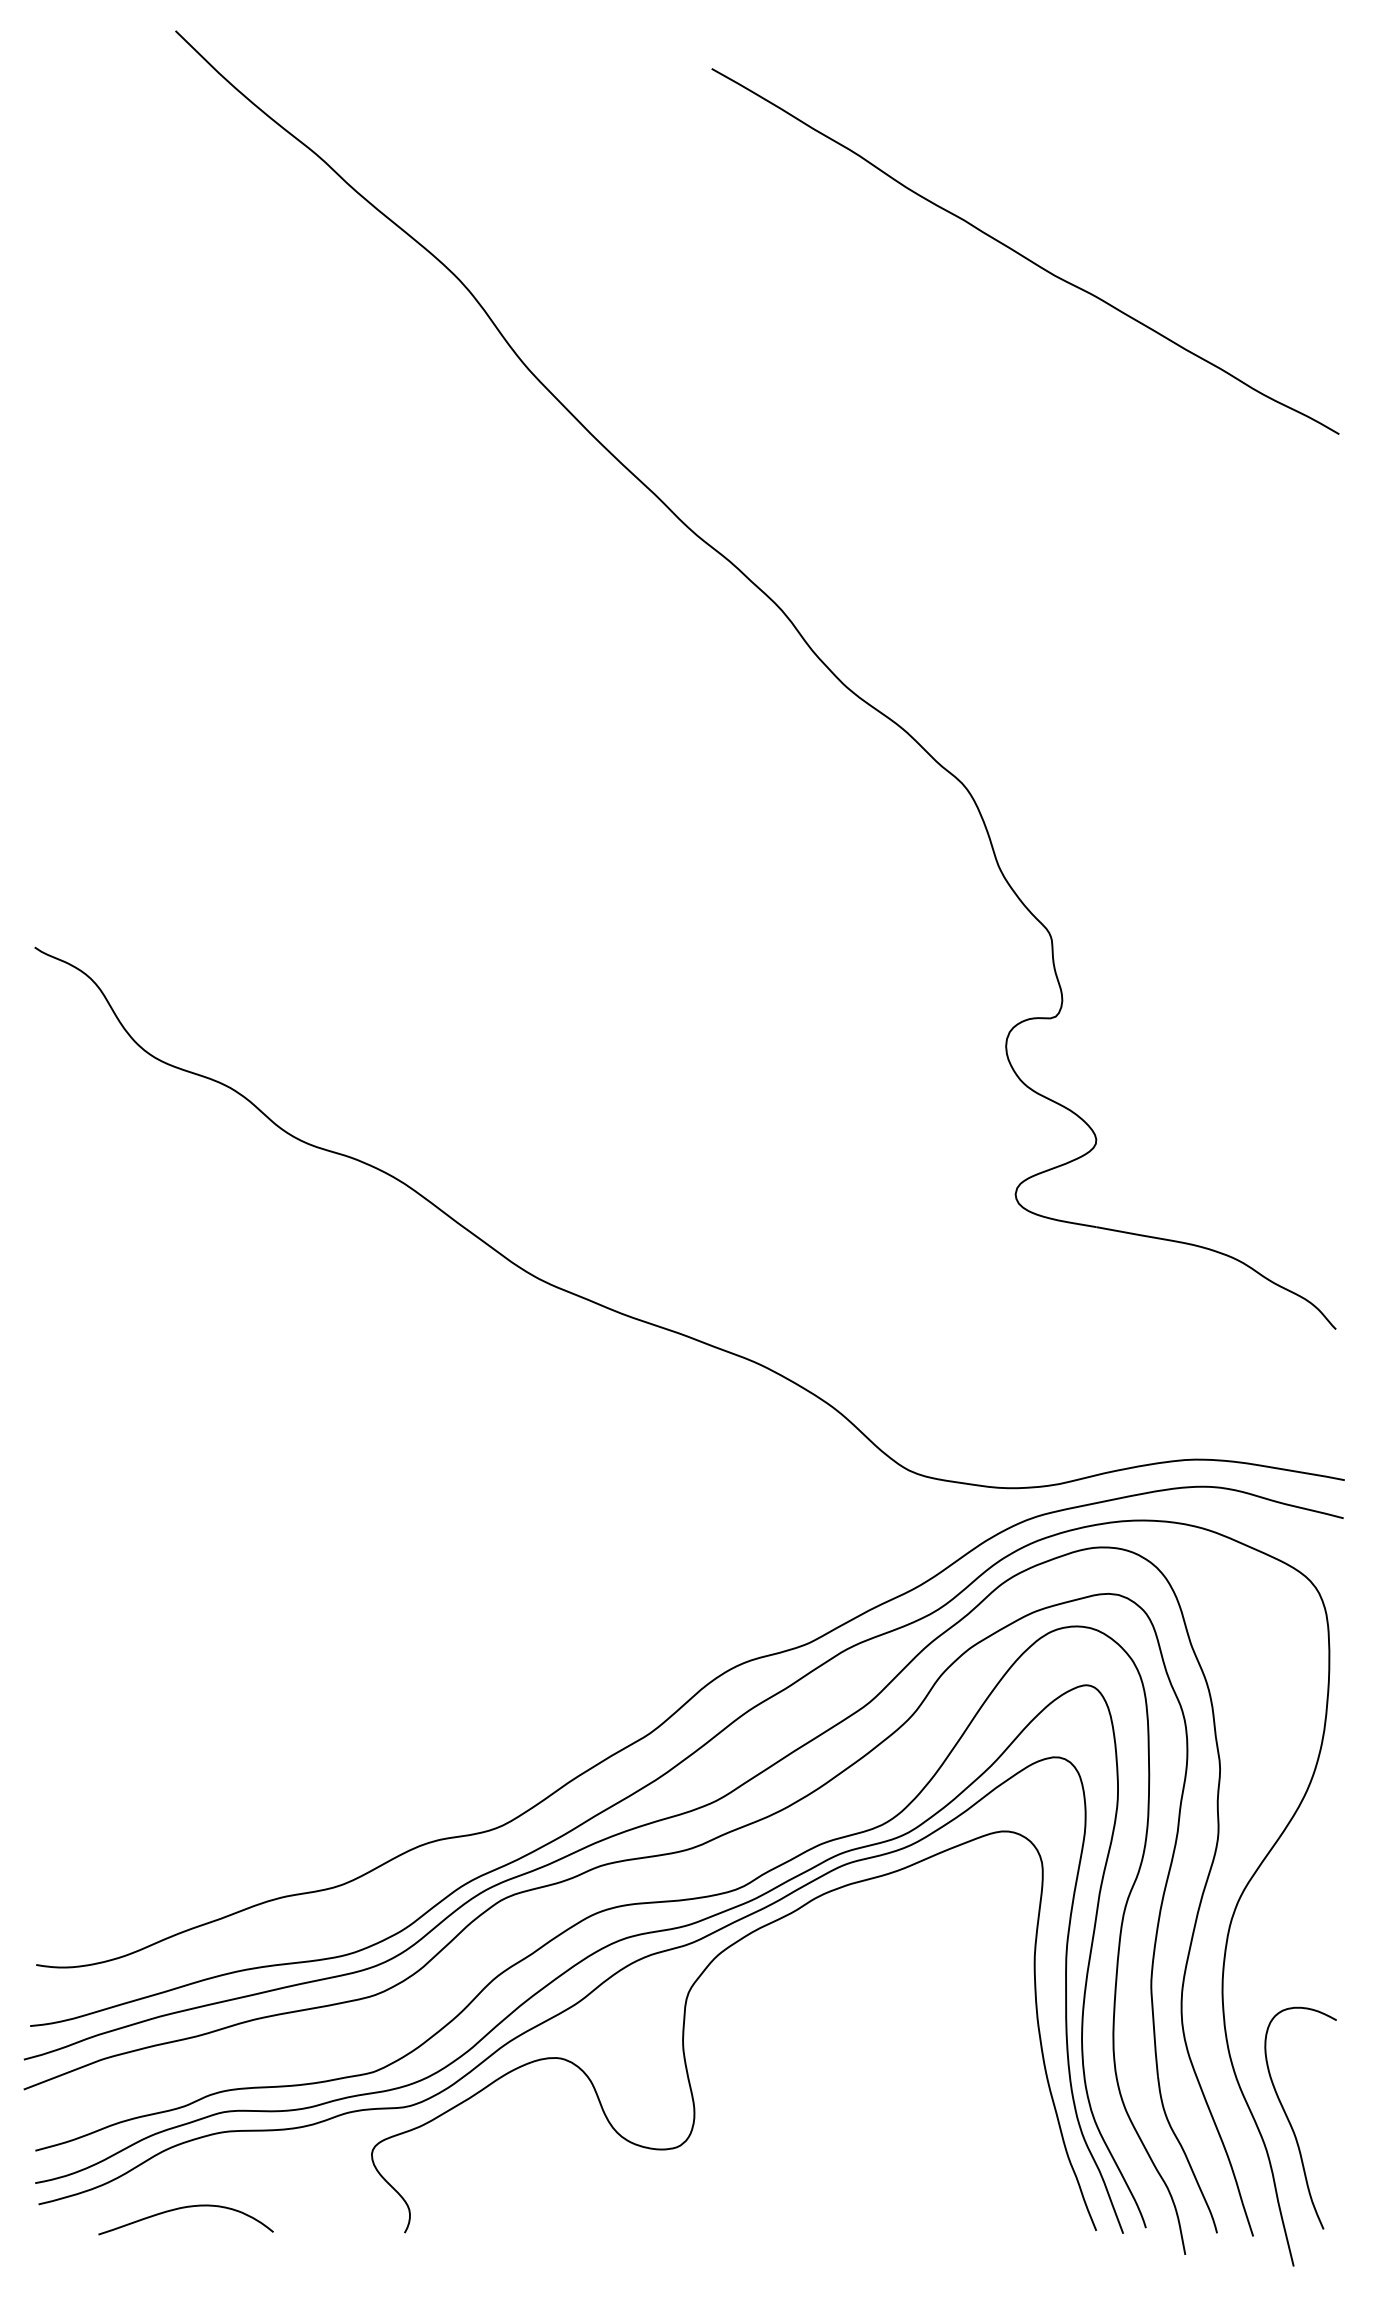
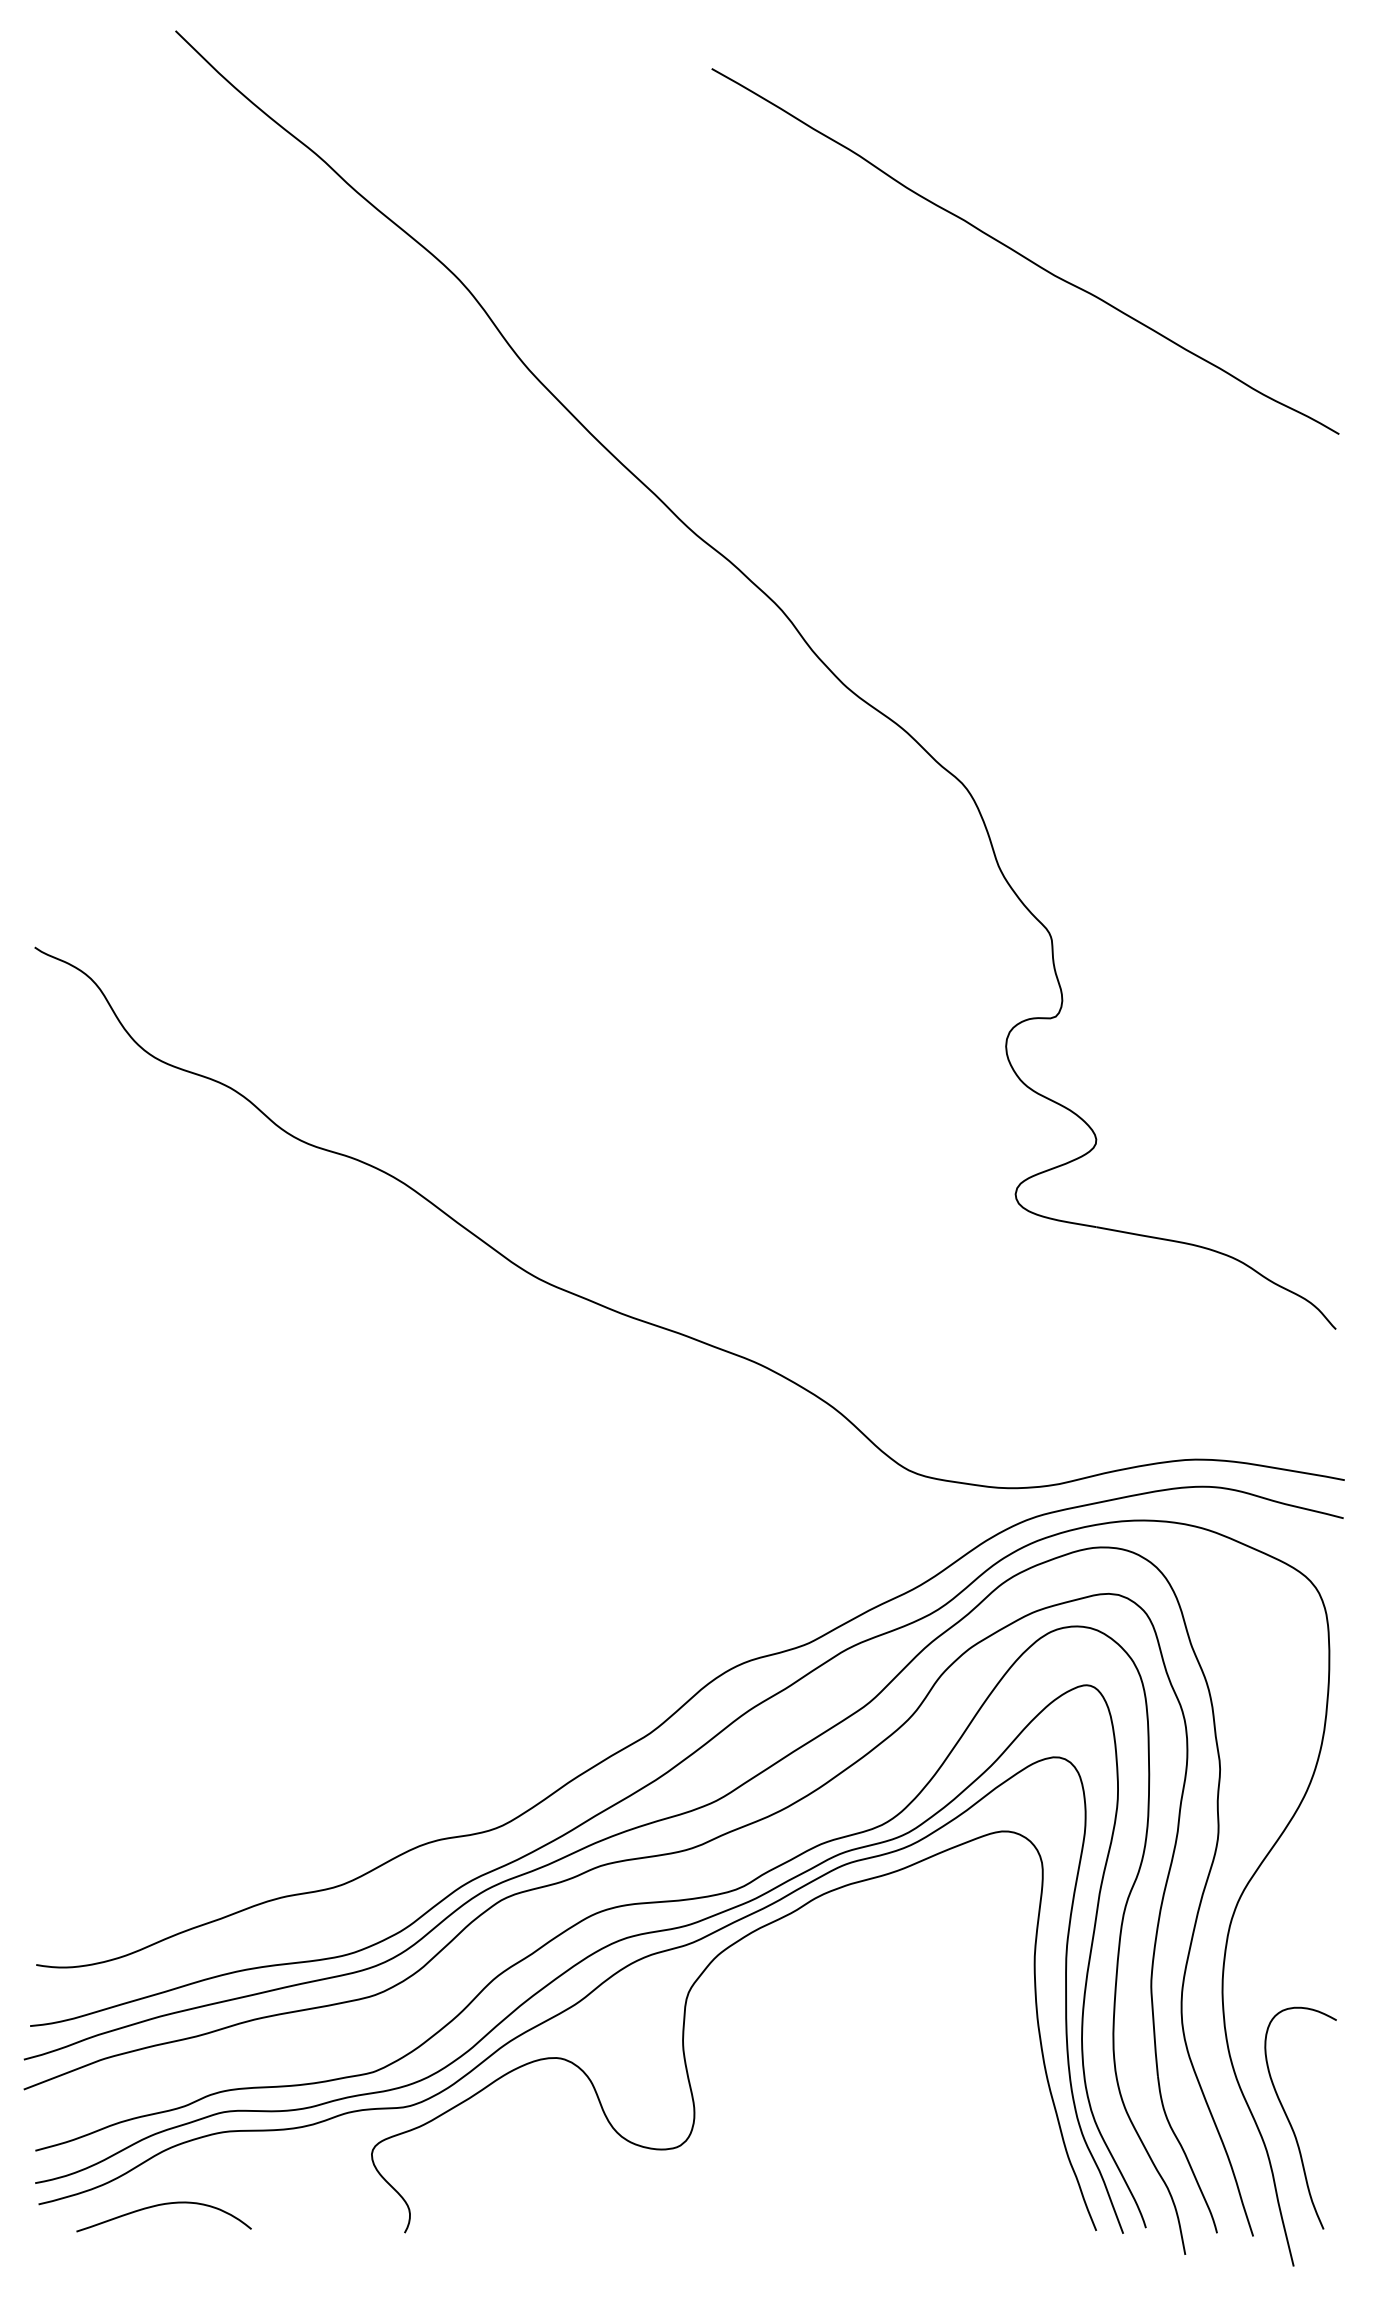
curve at (185, 2208) position: (185, 2208) -> (163, 2205)
